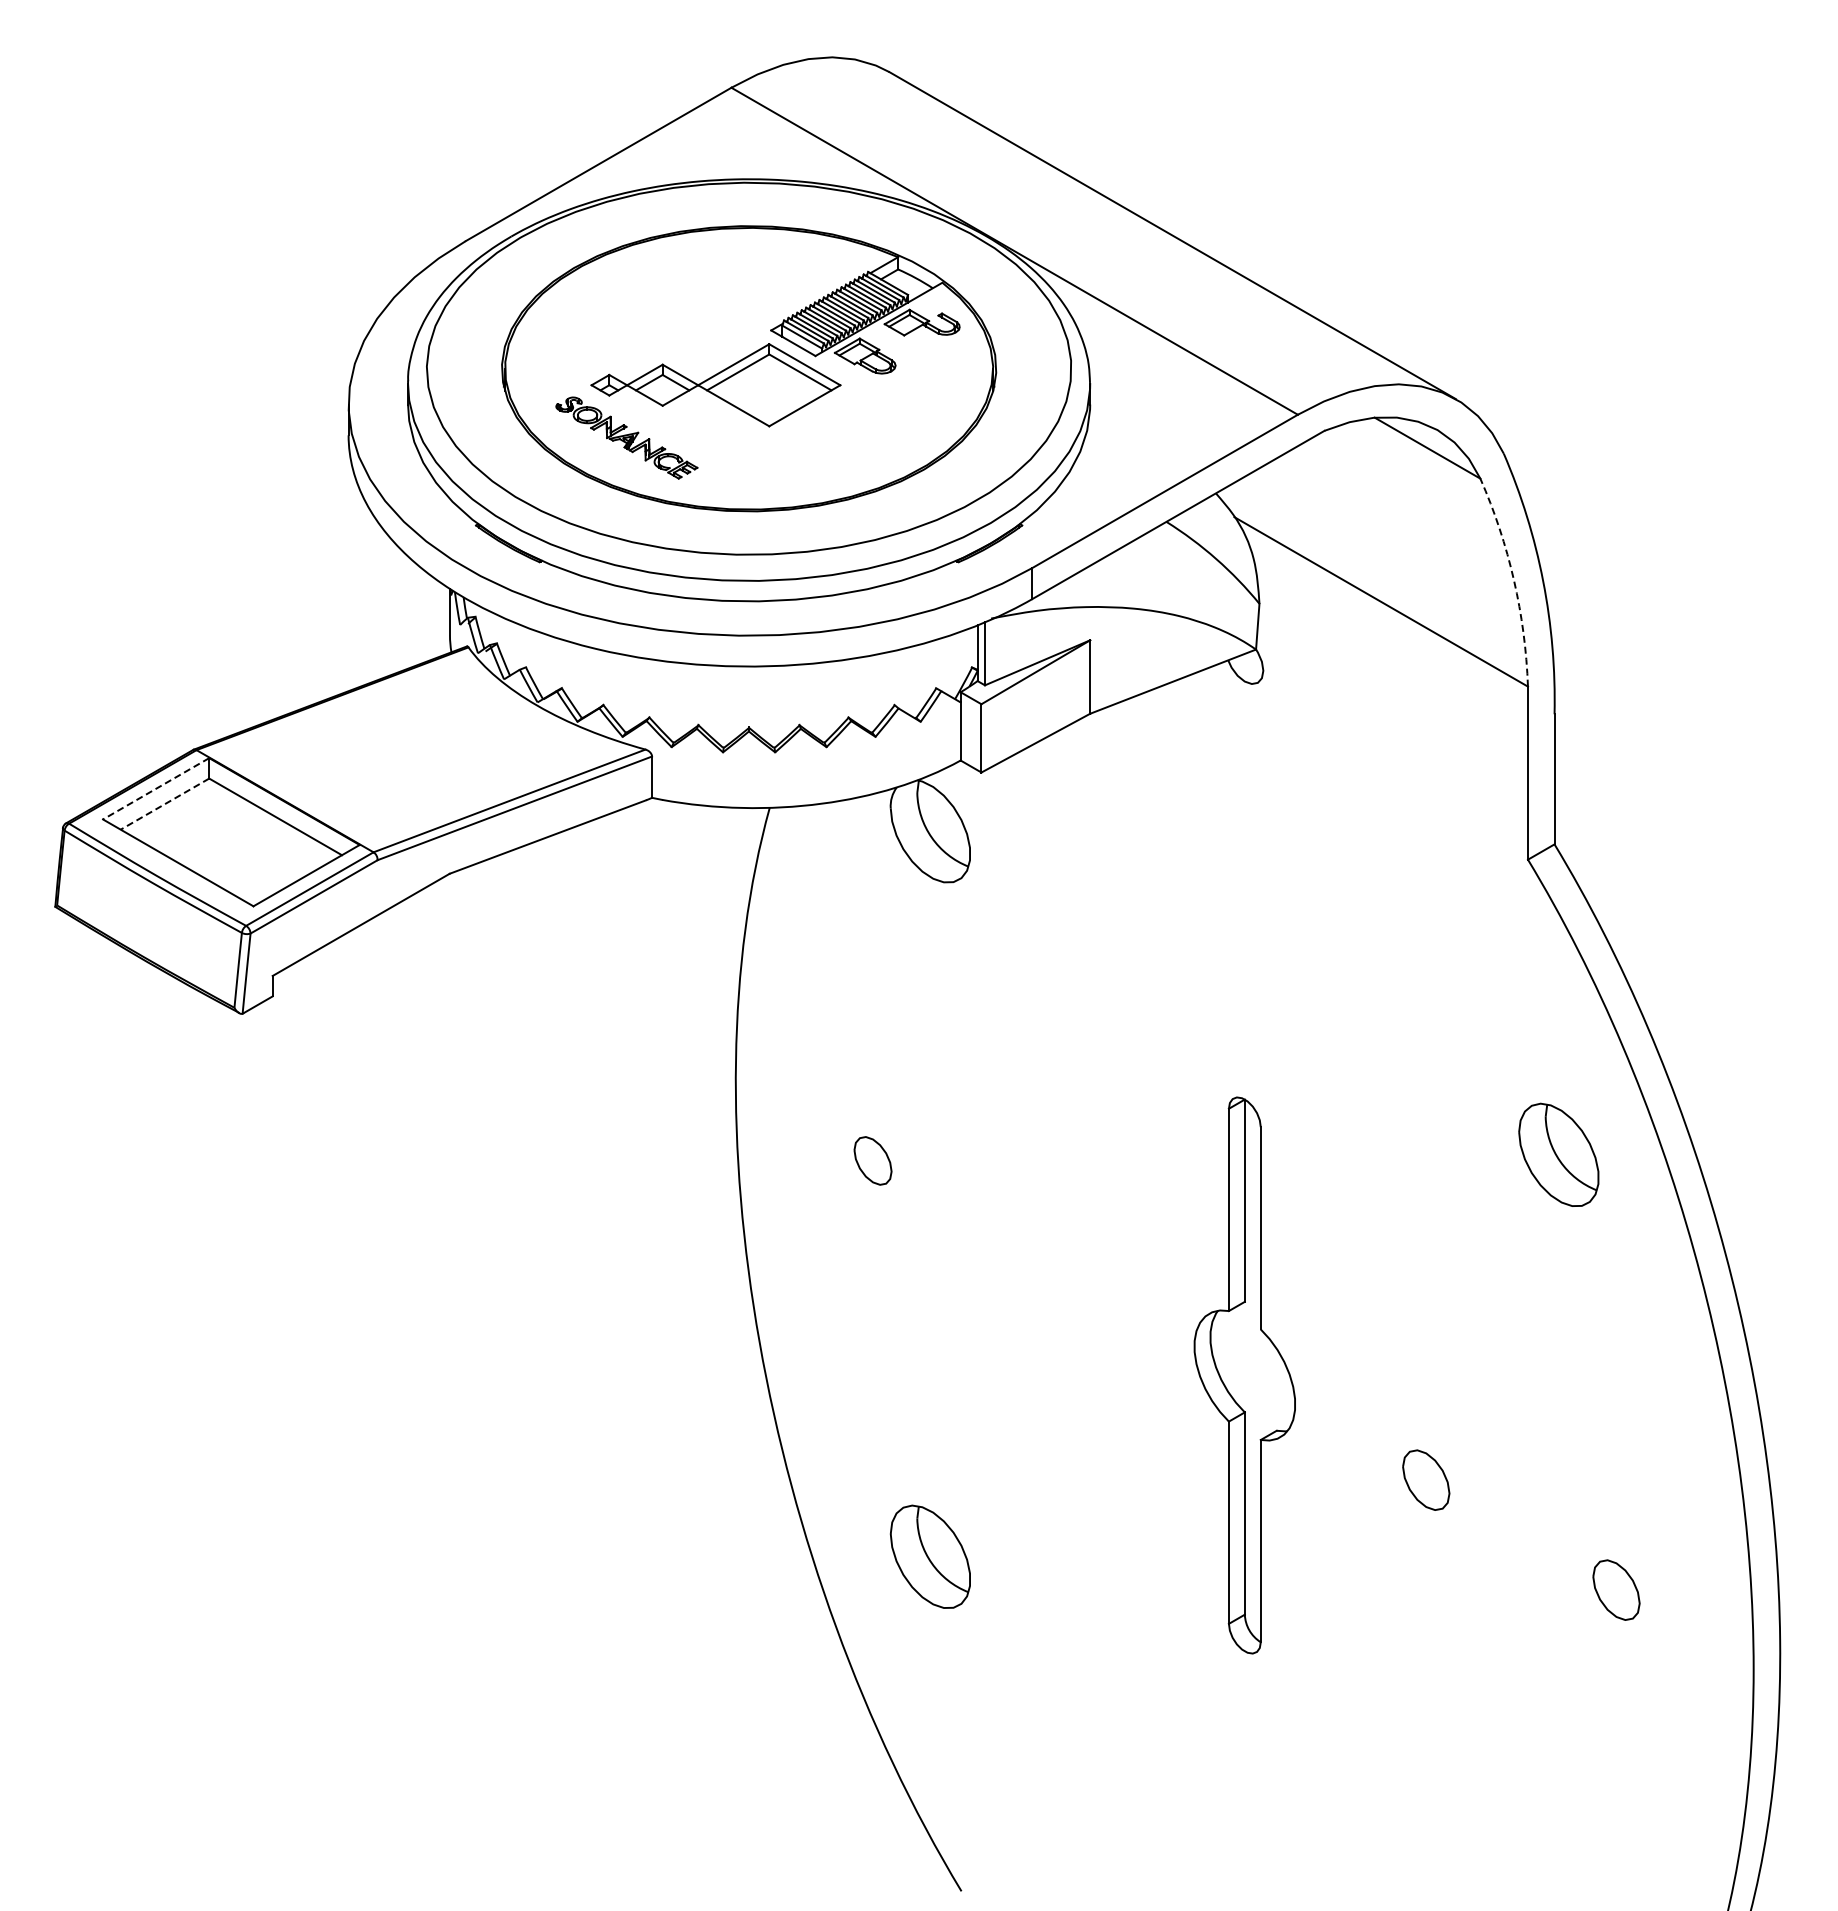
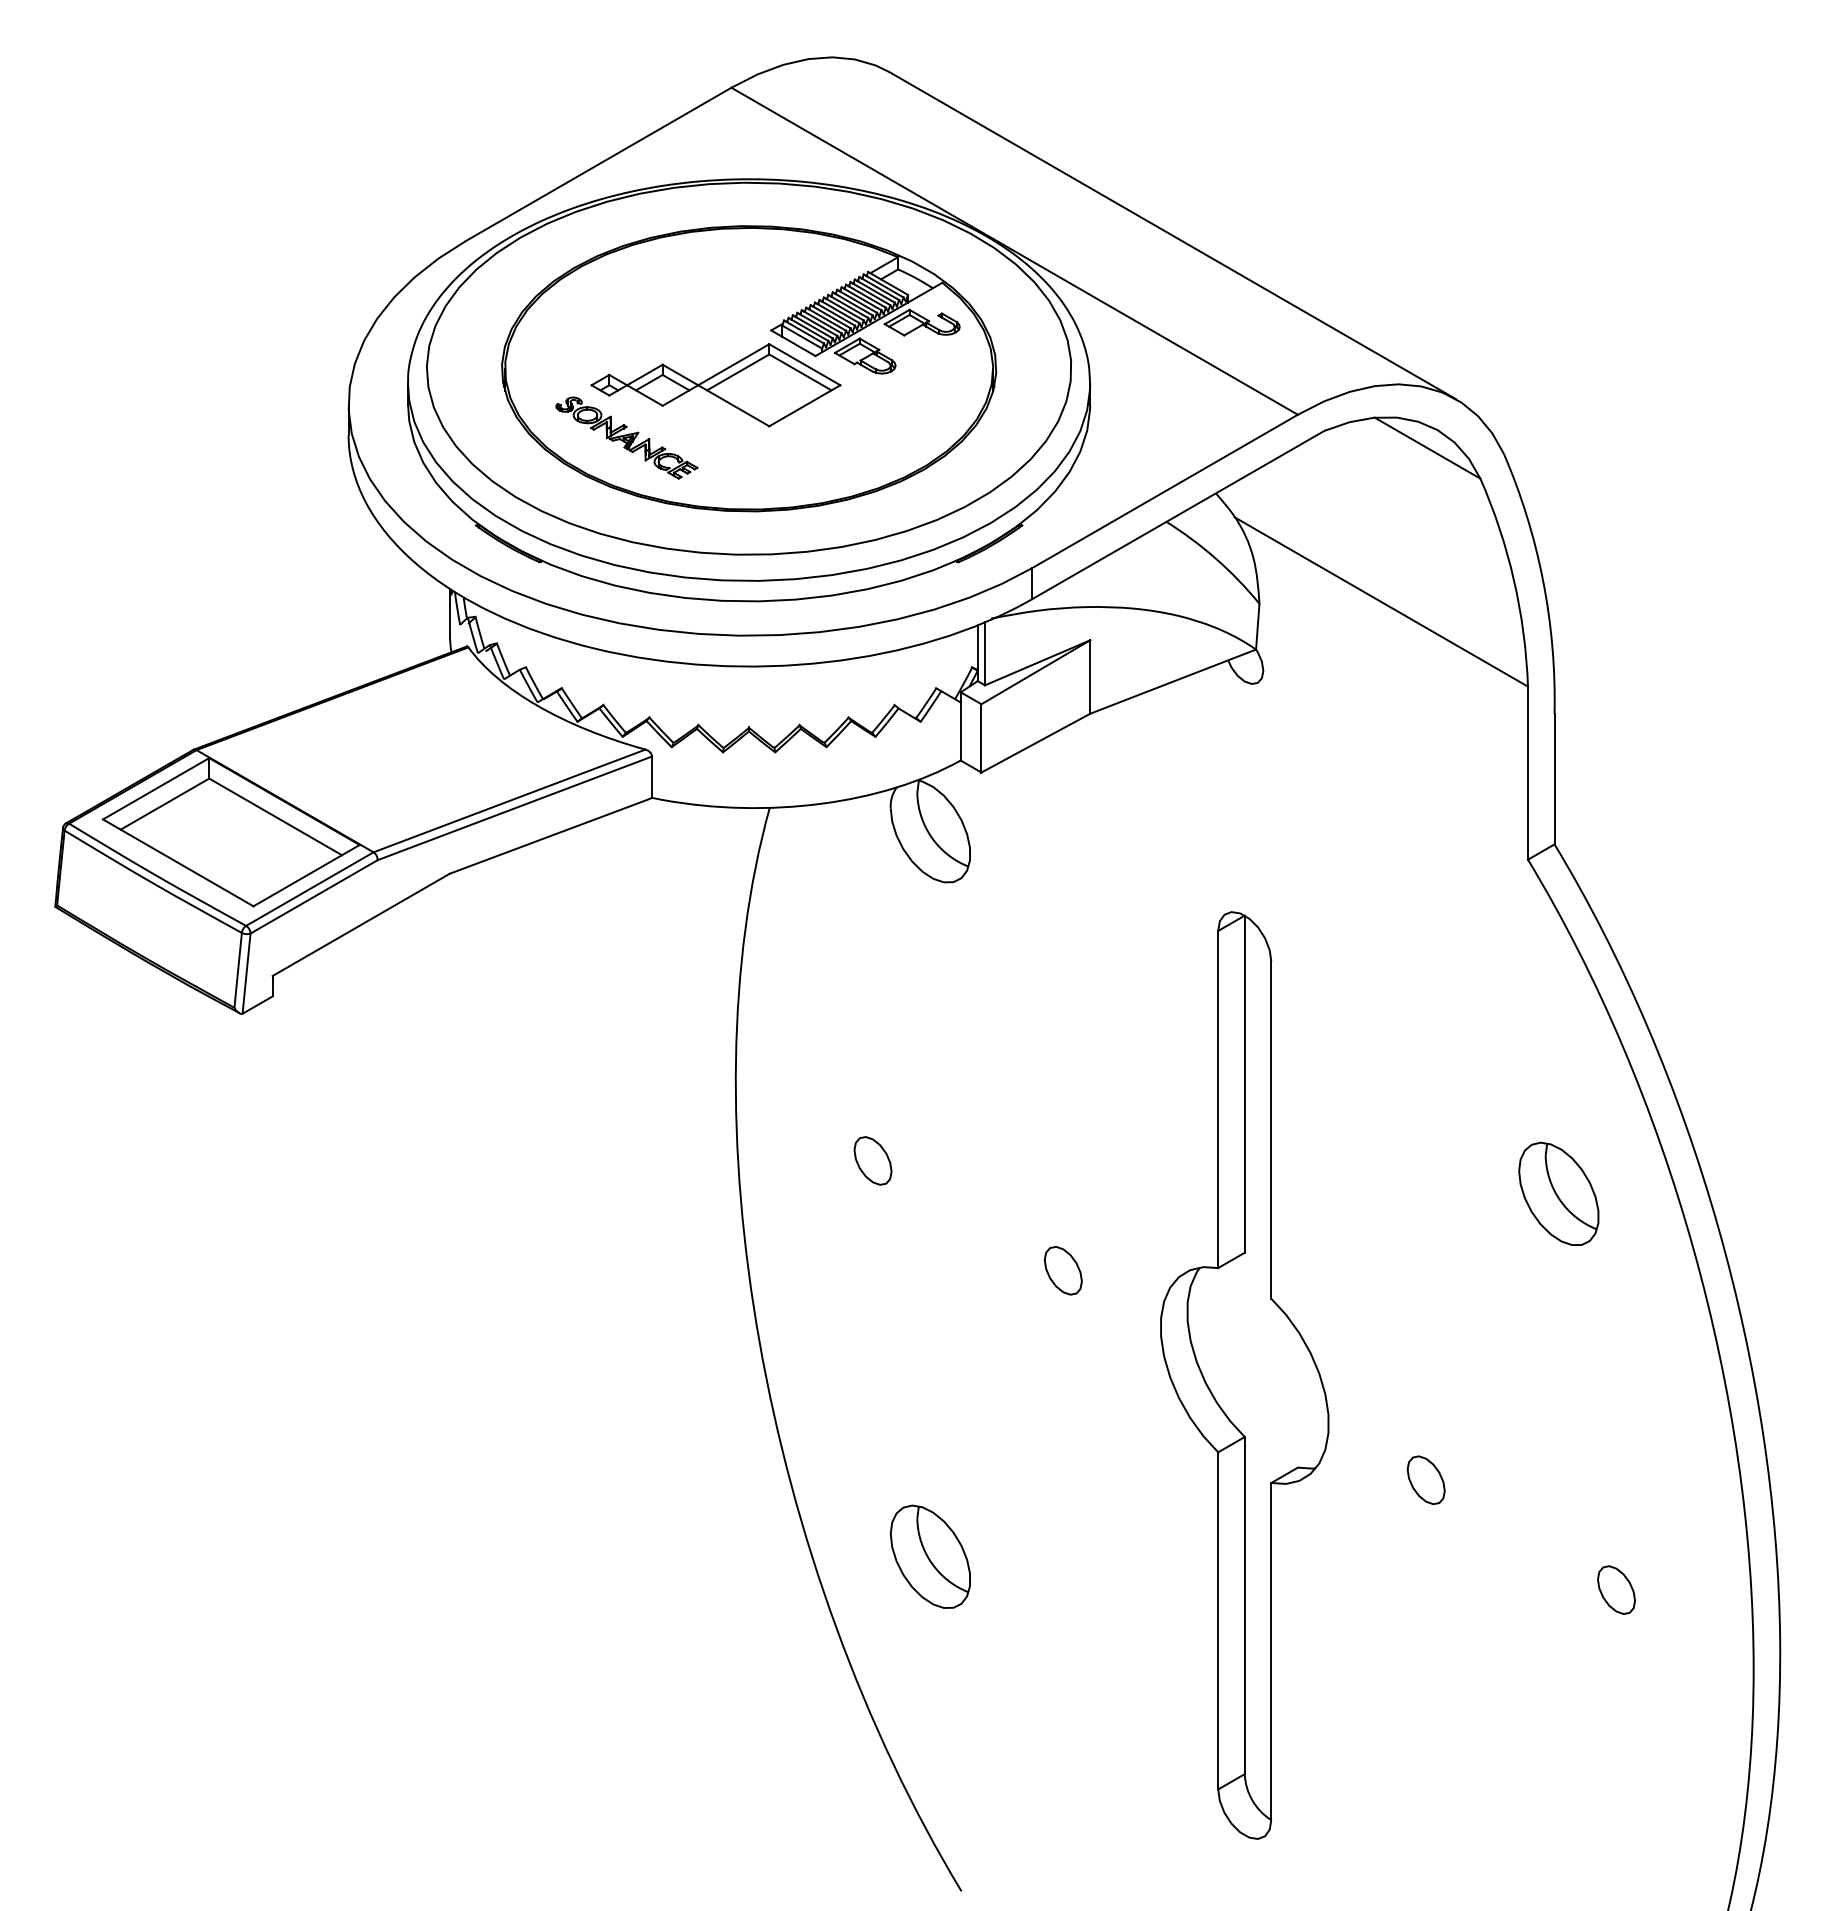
arc at (1514, 580): dashed -> solid
line at (155, 789): dashed -> solid
line at (164, 804): dashed -> solid
part at (1558, 1154) position: (1558, 1154) -> (1558, 1193)
part at (1063, 1270): none -> present
part at (1244, 1375) size: 103x559 px -> 170x929 px
part at (1426, 1479) size: 49x62 px -> 40x51 px
part at (1616, 1589) size: 49x62 px -> 39x50 px
